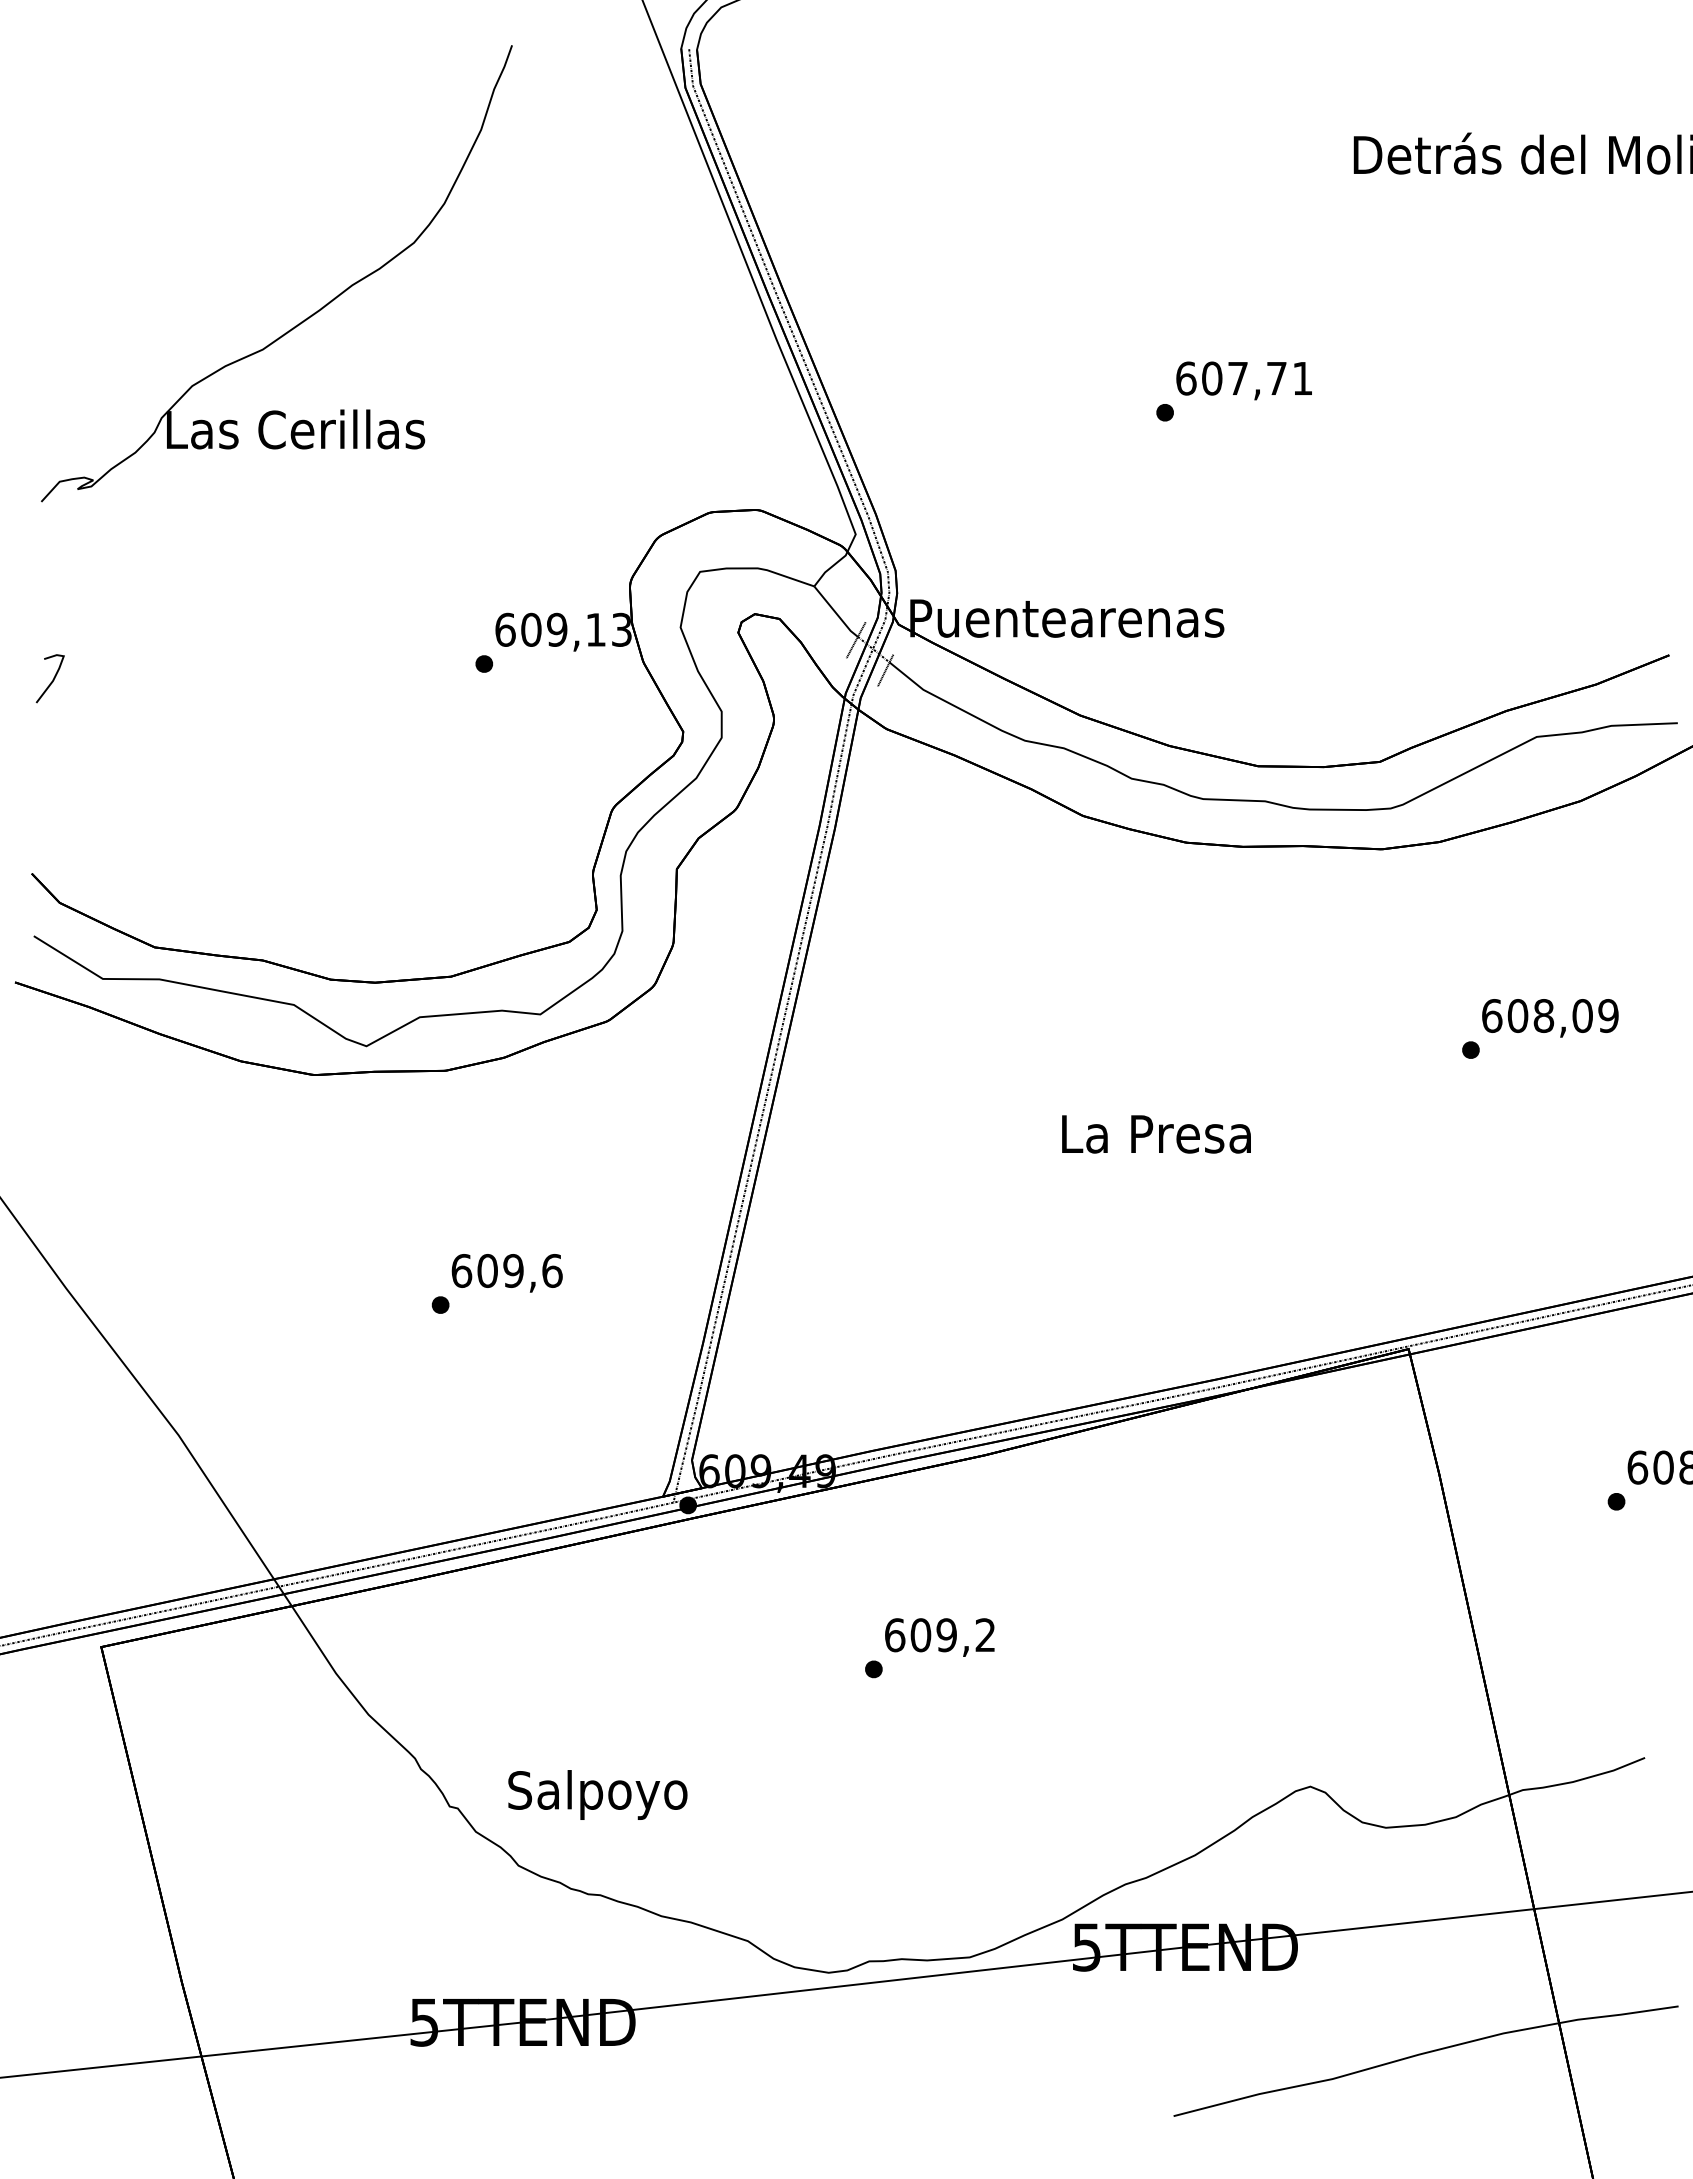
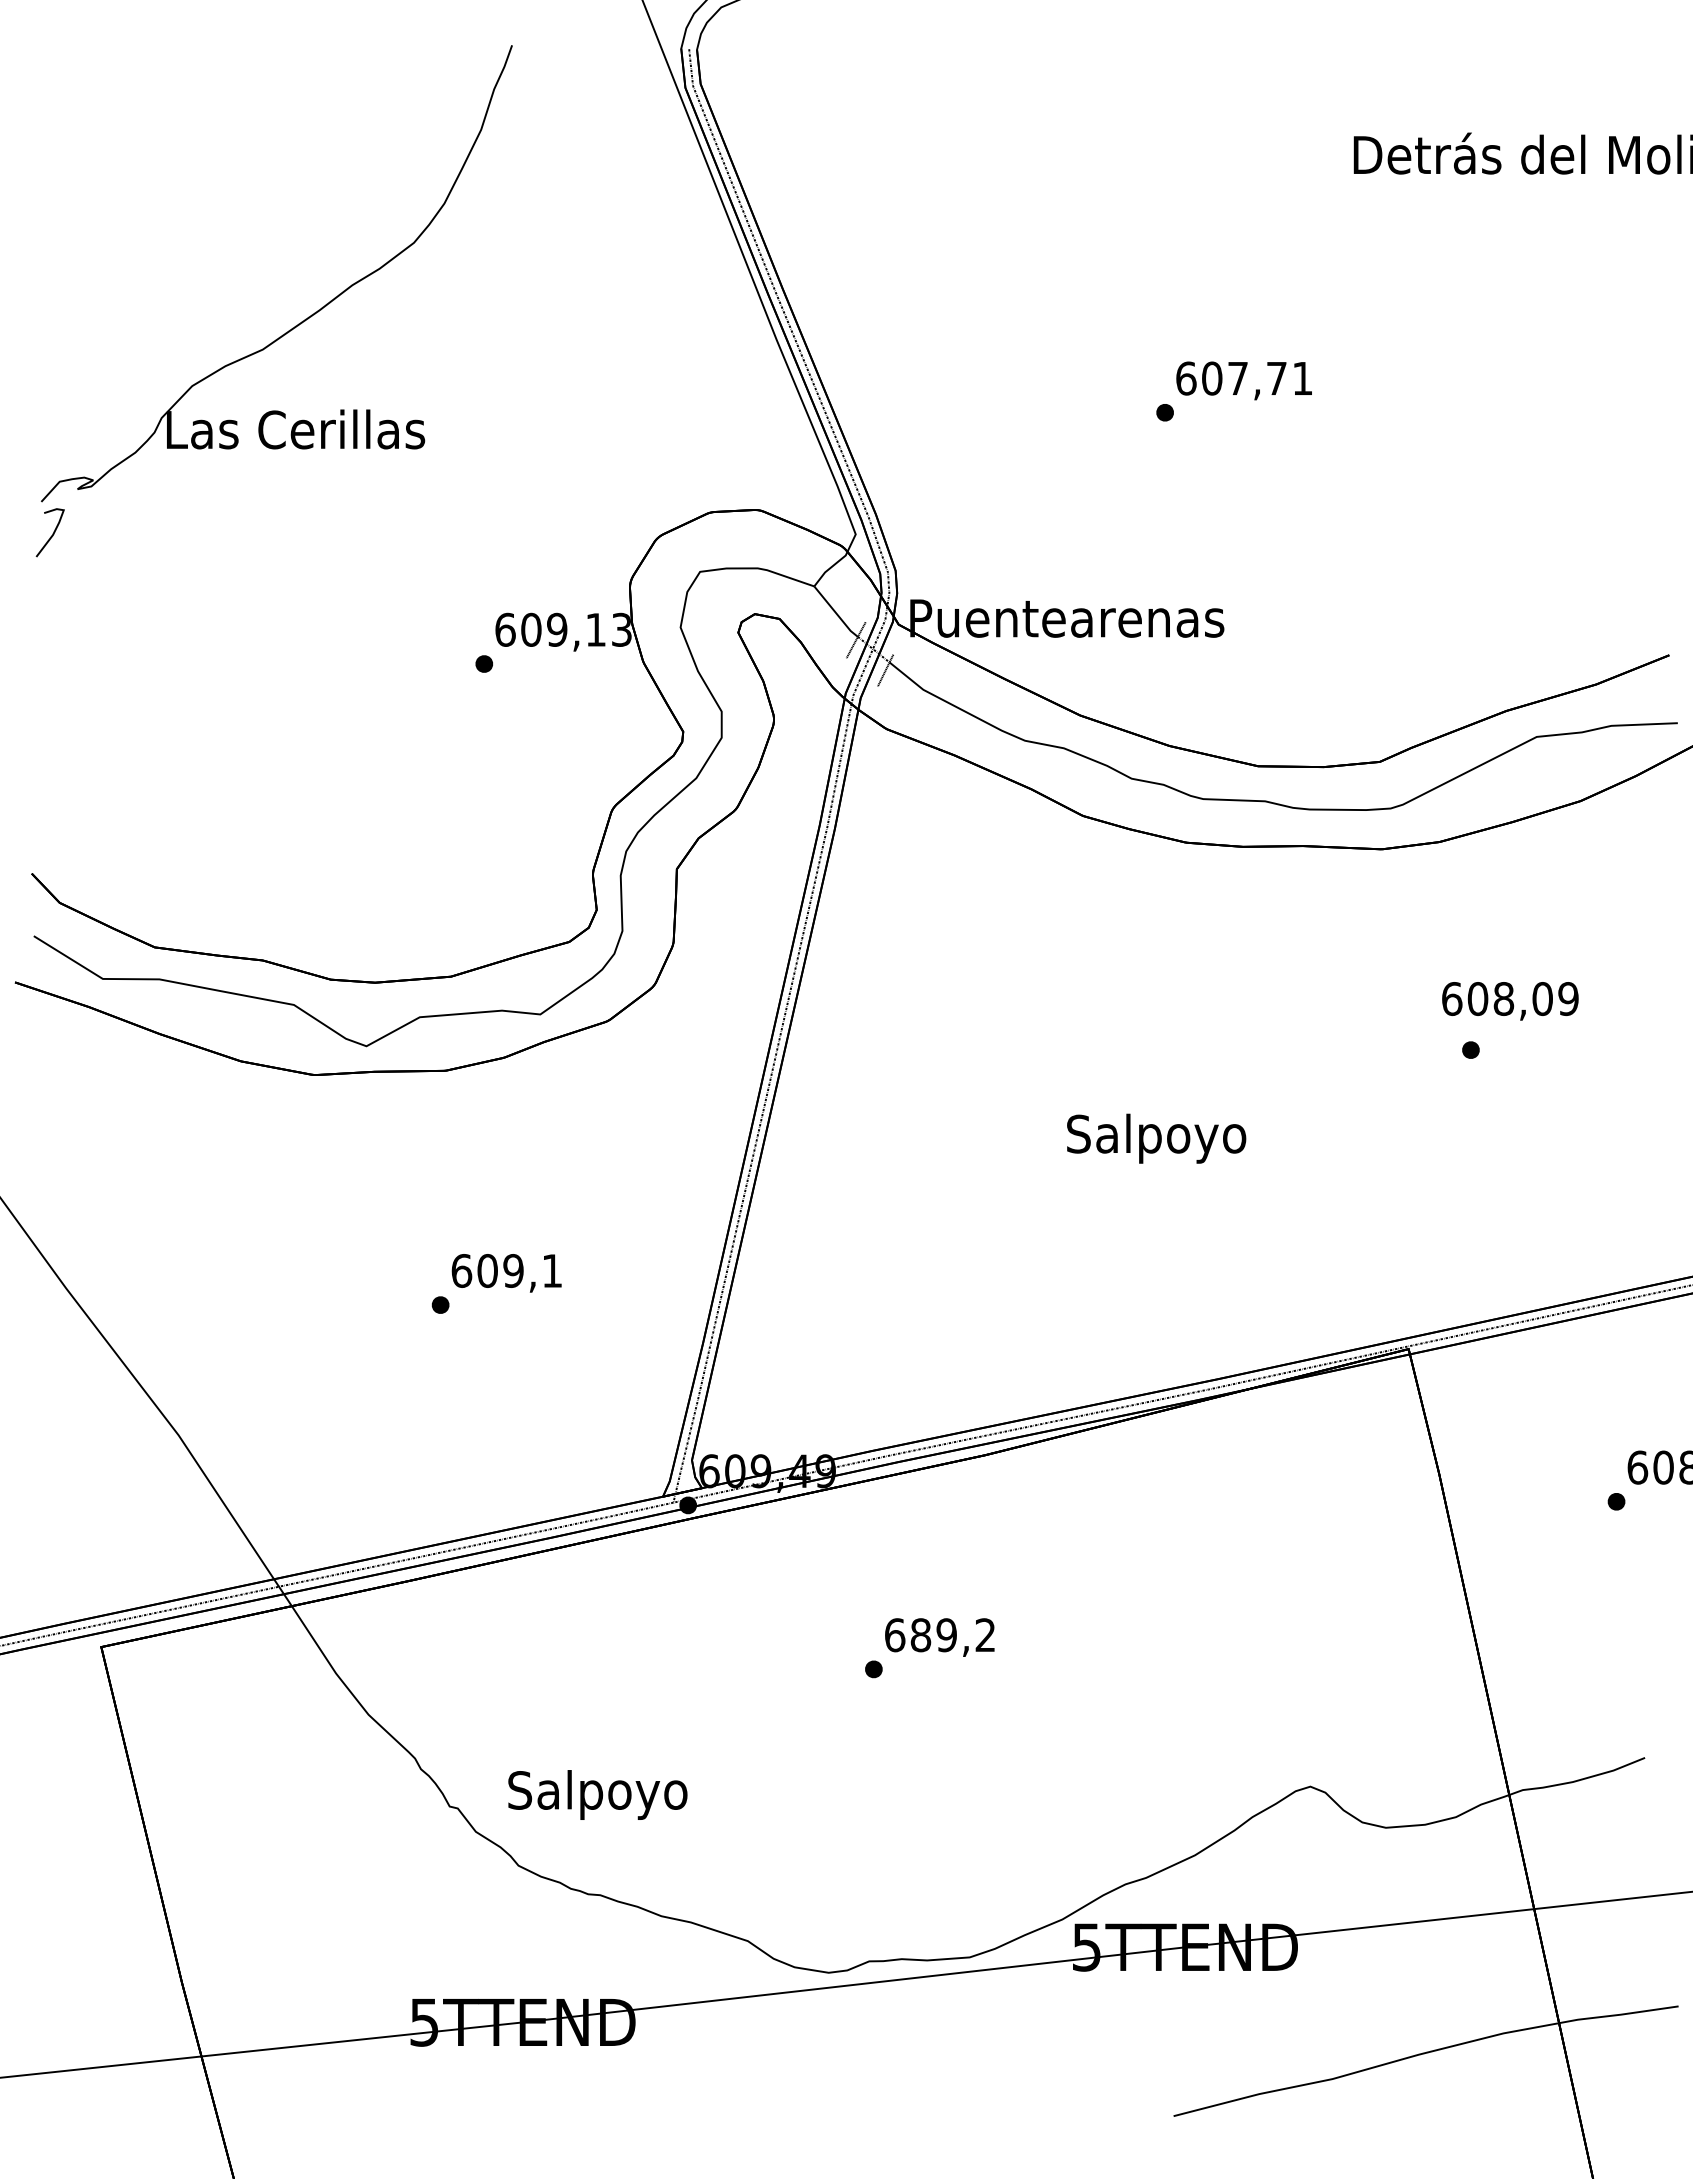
curve at (52, 679) position: (52, 679) -> (52, 533)
text at (1550, 1018) position: (1550, 1018) -> (1510, 1001)
text at (1156, 1138): La Presa -> Salpoyo
text at (552, 1270): 609,6 -> 609,1
text at (920, 1635): 609,2 -> 689,2
